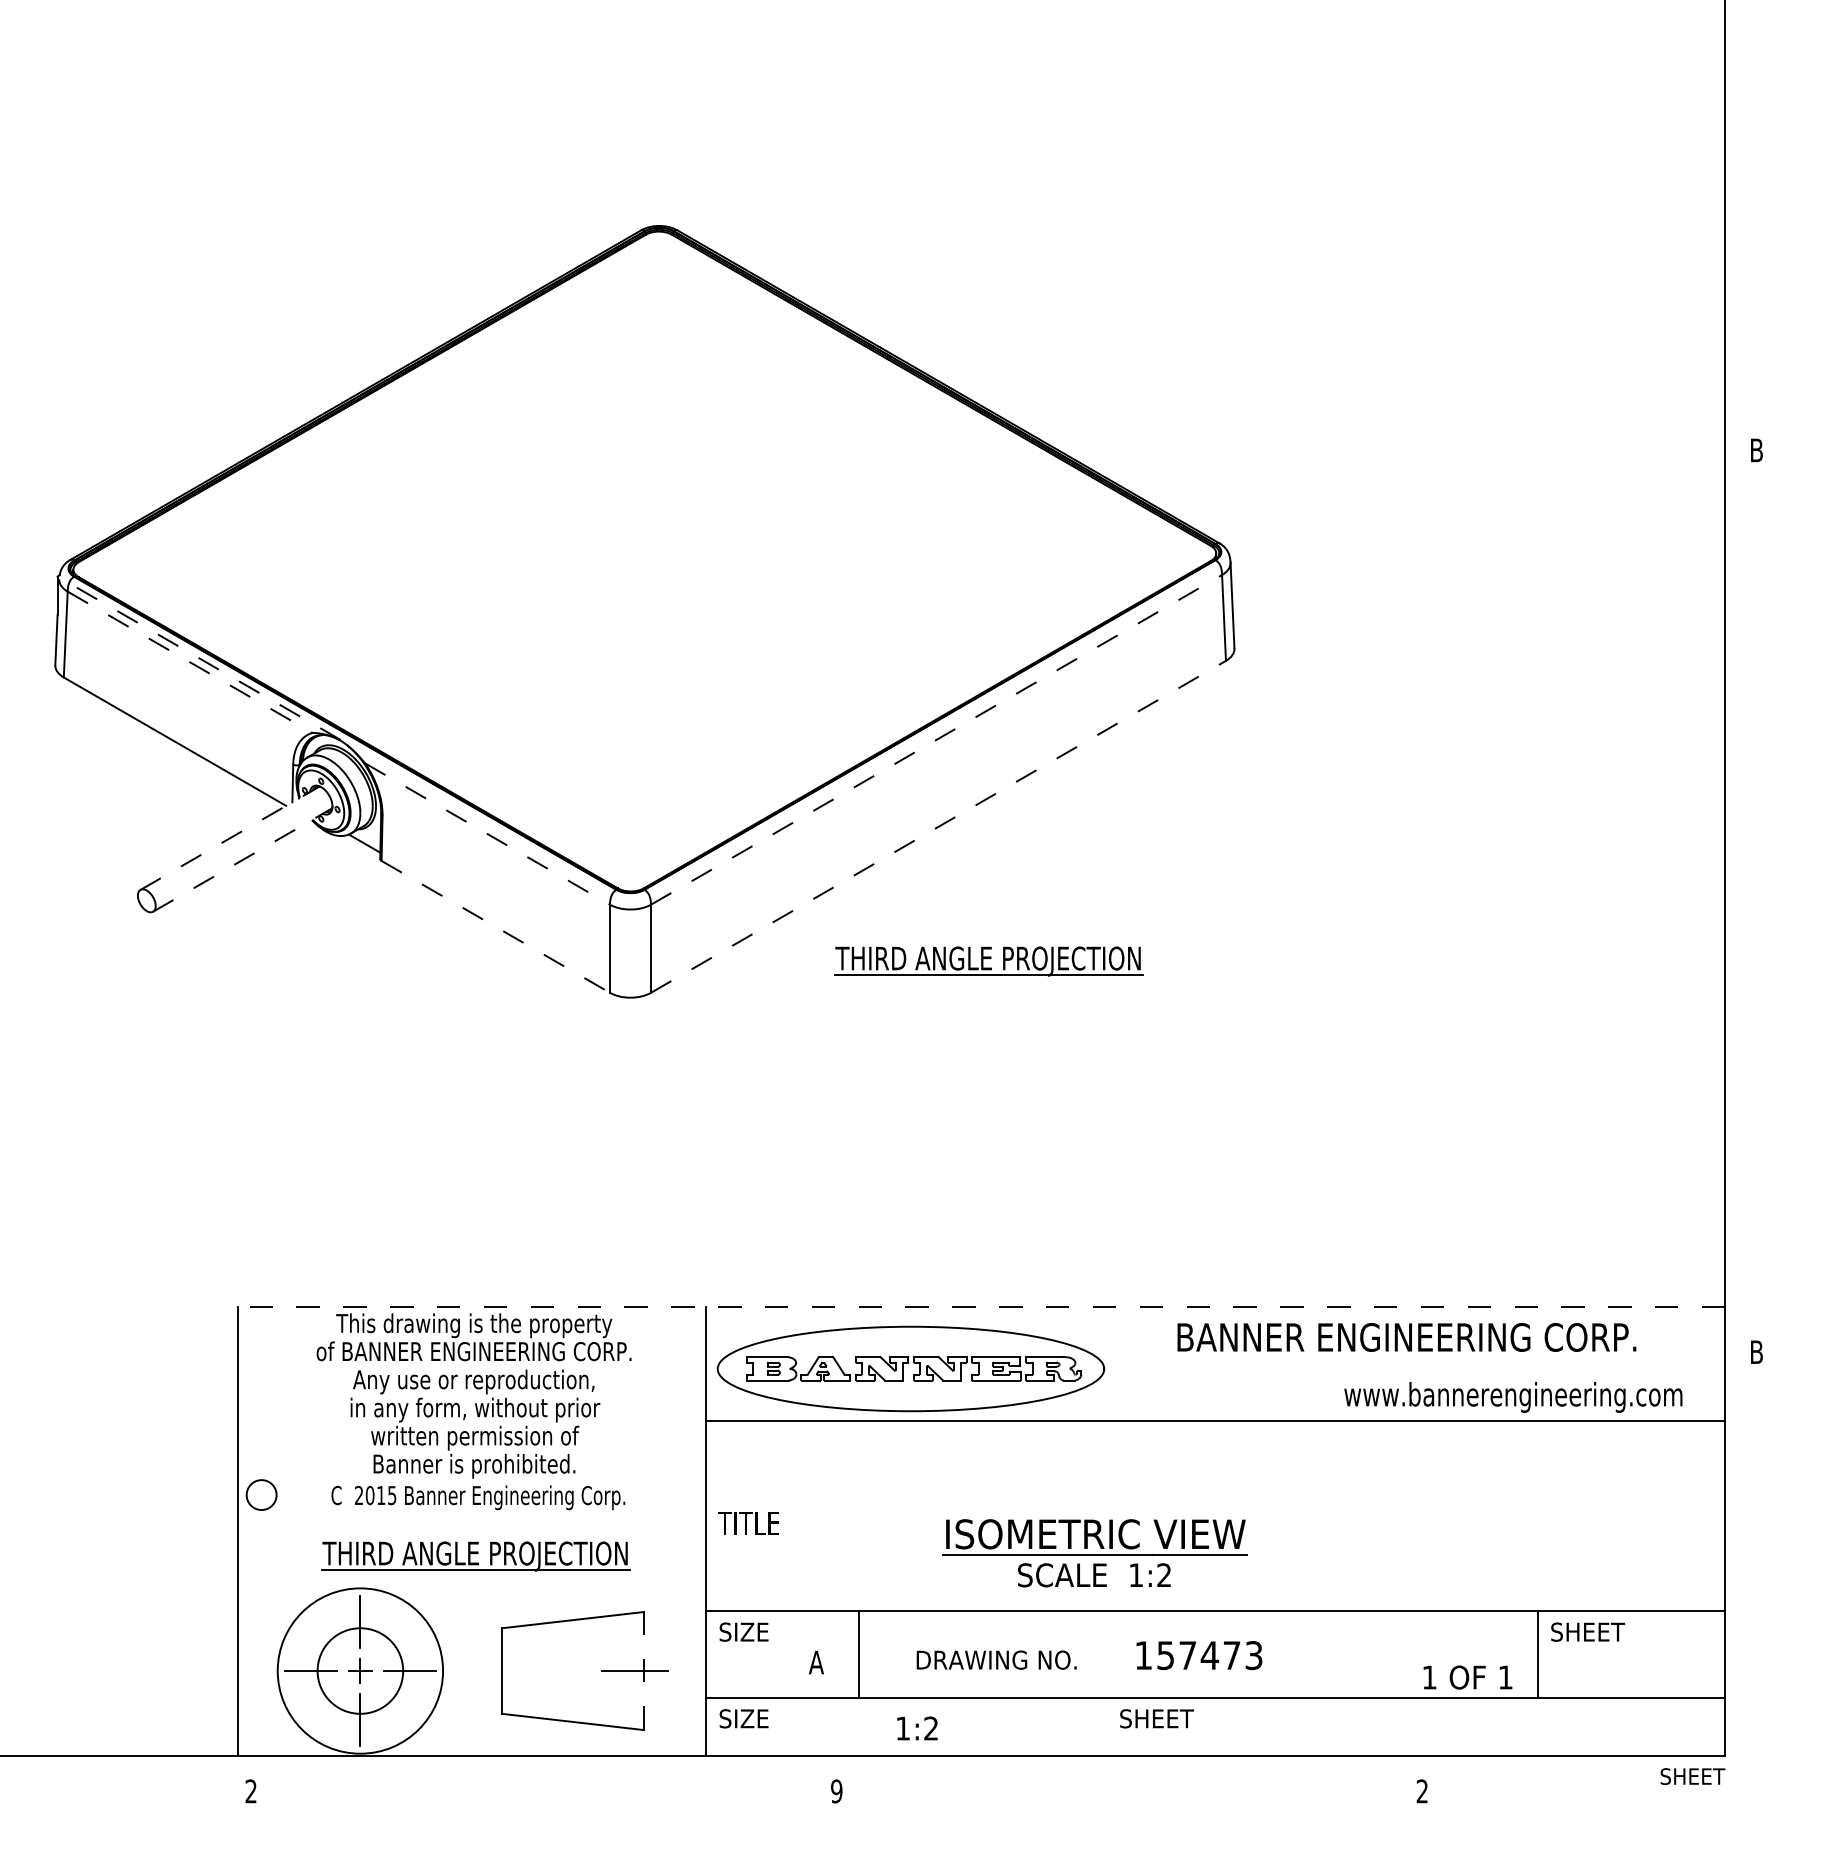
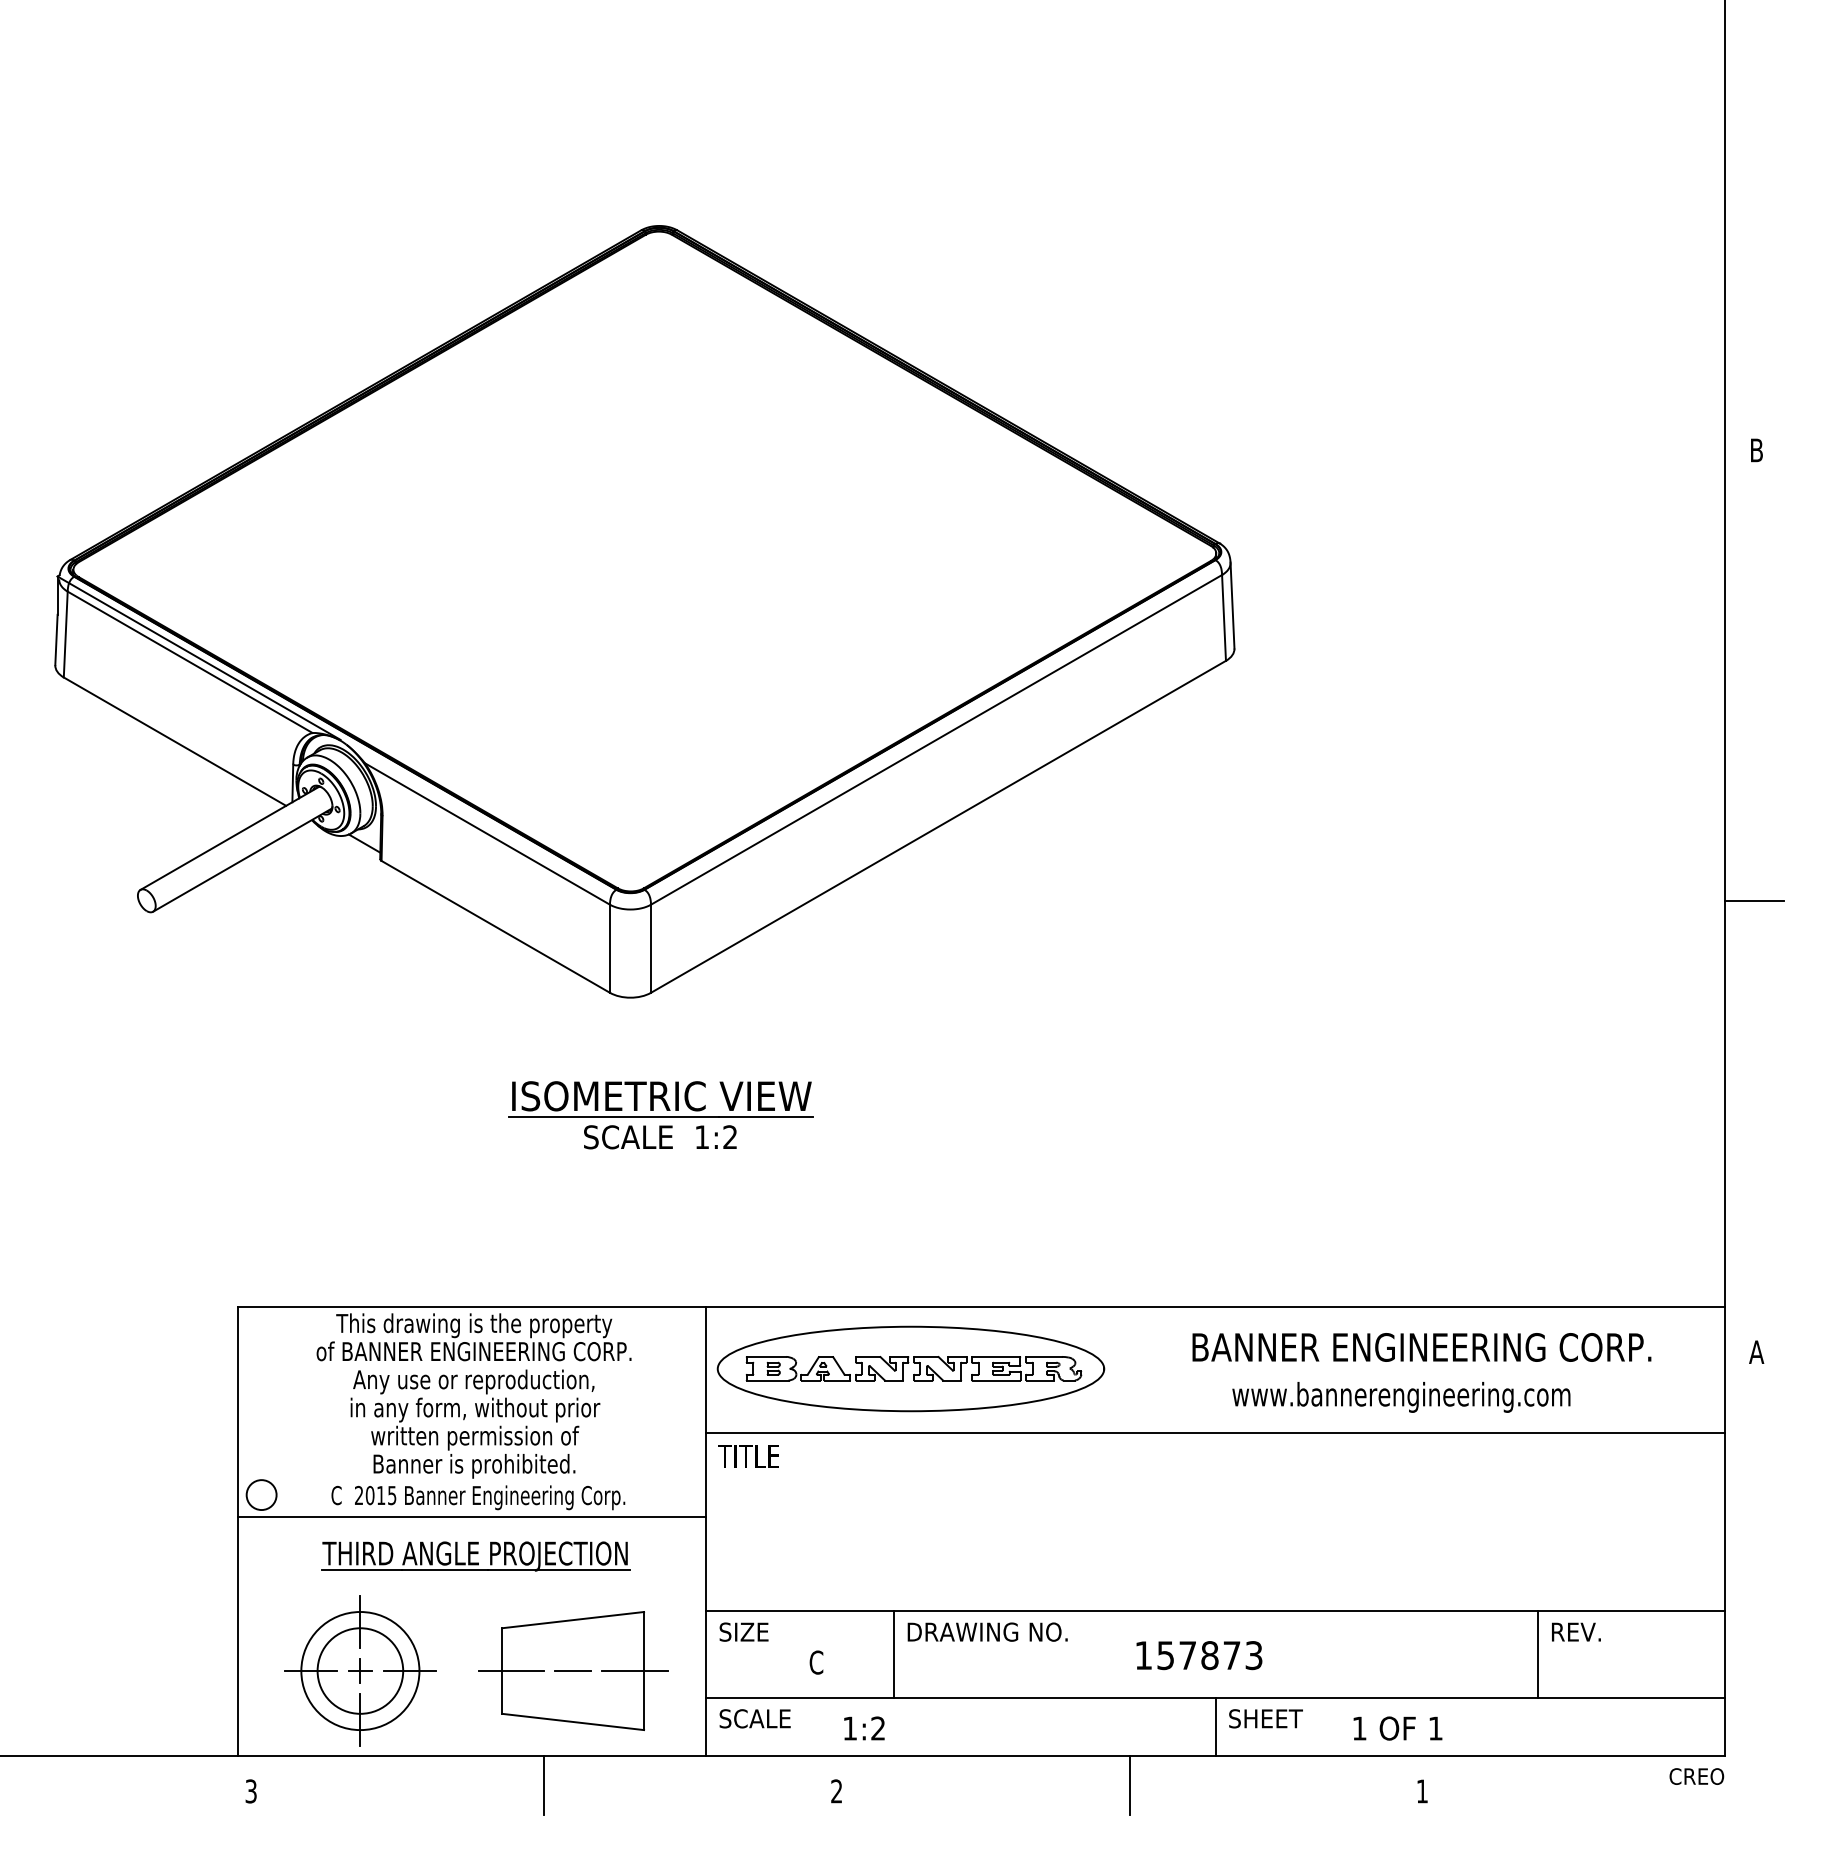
line at (198, 657): dashed -> solid
line at (190, 662): dashed -> solid
line at (936, 739): dashed -> solid
line at (938, 826): dashed -> solid
line at (487, 834): dashed -> solid
line at (230, 838): dashed -> solid
line at (242, 859): dashed -> solid
line at (1754, 901): none -> present
line at (495, 926): dashed -> solid
part at (988, 961): present -> none
line at (981, 1306): dashed -> solid
text at (1406, 1337) position: (1406, 1337) -> (1421, 1347)
text at (1756, 1351): B -> A
text at (1513, 1397) position: (1513, 1397) -> (1401, 1397)
line at (1215, 1421) position: (1215, 1421) -> (1215, 1433)
line at (471, 1517): none -> present
text at (748, 1523) position: (748, 1523) -> (748, 1456)
part at (1094, 1553) position: (1094, 1553) -> (660, 1115)
text at (1588, 1631): SHEET -> REV.
line at (858, 1654) position: (858, 1654) -> (893, 1654)
text at (1209, 1655): 157473 -> 157873
text at (996, 1659) position: (996, 1659) -> (987, 1631)
text at (816, 1662): A -> C
circle at (360, 1670) diameter: 165 px -> 118 px
line at (510, 1671): none -> present
line at (572, 1671): none -> present
line at (644, 1671): dashed -> solid
text at (1467, 1677) position: (1467, 1677) -> (1397, 1728)
text at (762, 1718): SIZE -> SCALE
text at (1156, 1718) position: (1156, 1718) -> (1265, 1718)
line at (1215, 1726): none -> present
text at (917, 1728) position: (917, 1728) -> (864, 1728)
text at (1692, 1776): SHEET -> CREO
line at (544, 1785): none -> present
line at (1129, 1785): none -> present
text at (250, 1791): 2 -> 3
text at (836, 1791): 9 -> 2
text at (1421, 1791): 2 -> 1
